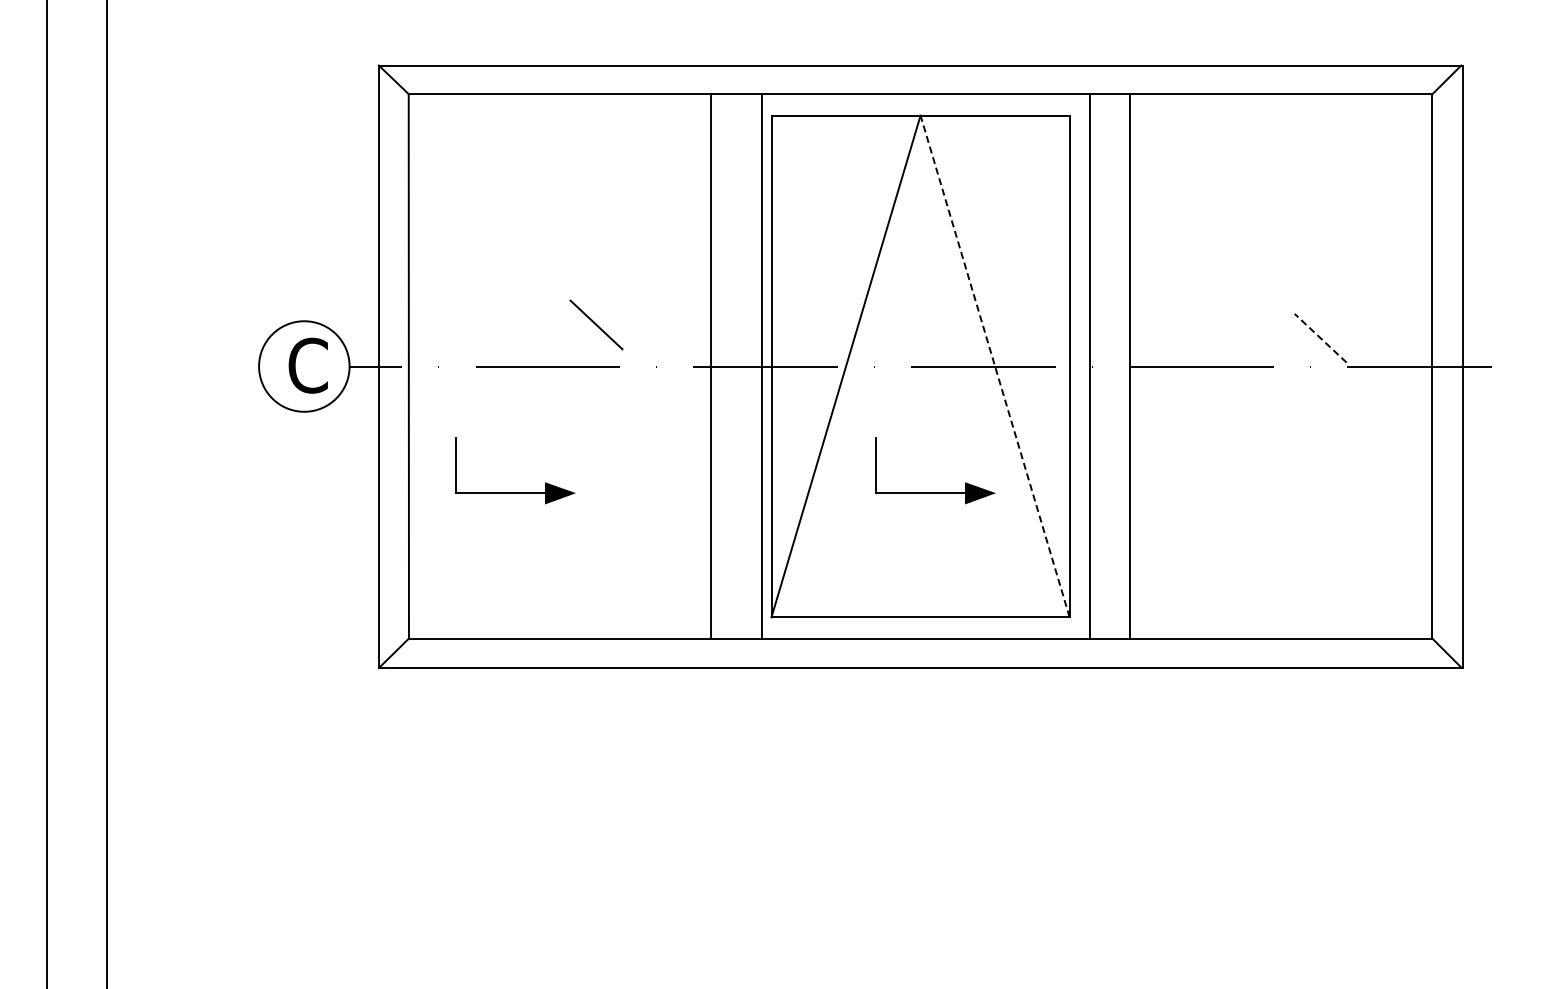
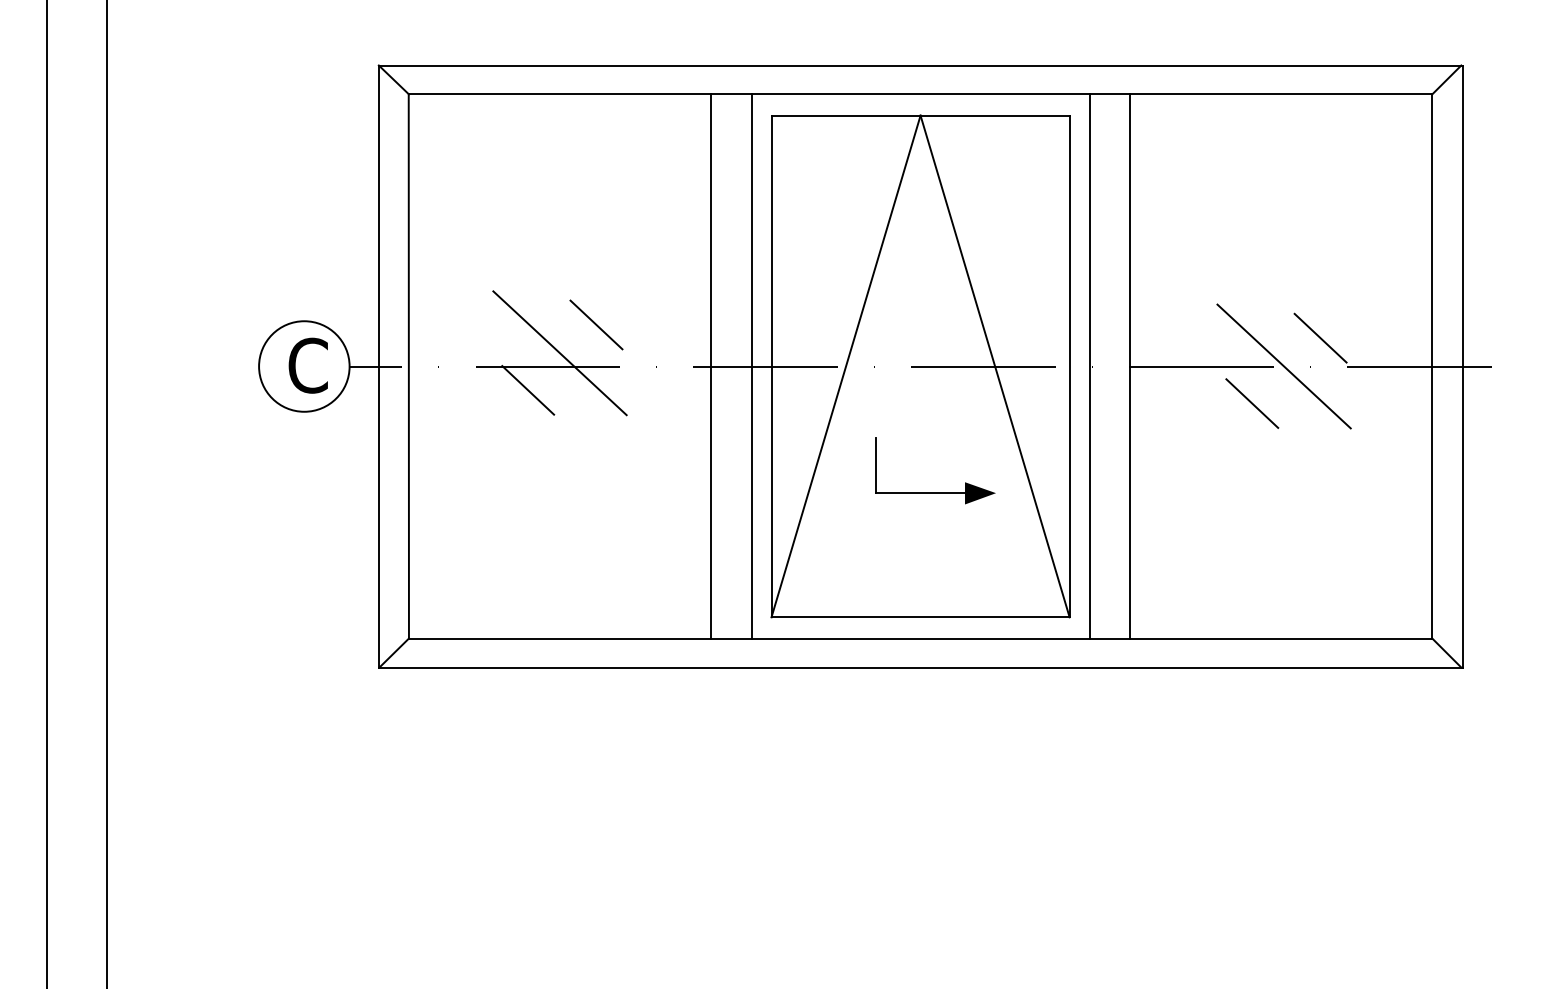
line at (1320, 338): dashed -> solid
line at (559, 353): none -> present
line at (761, 366) position: (761, 366) -> (751, 366)
line at (995, 366): dashed -> solid
line at (1283, 366): none -> present
line at (528, 390): none -> present
line at (1252, 403): none -> present
part at (515, 492): present -> none
